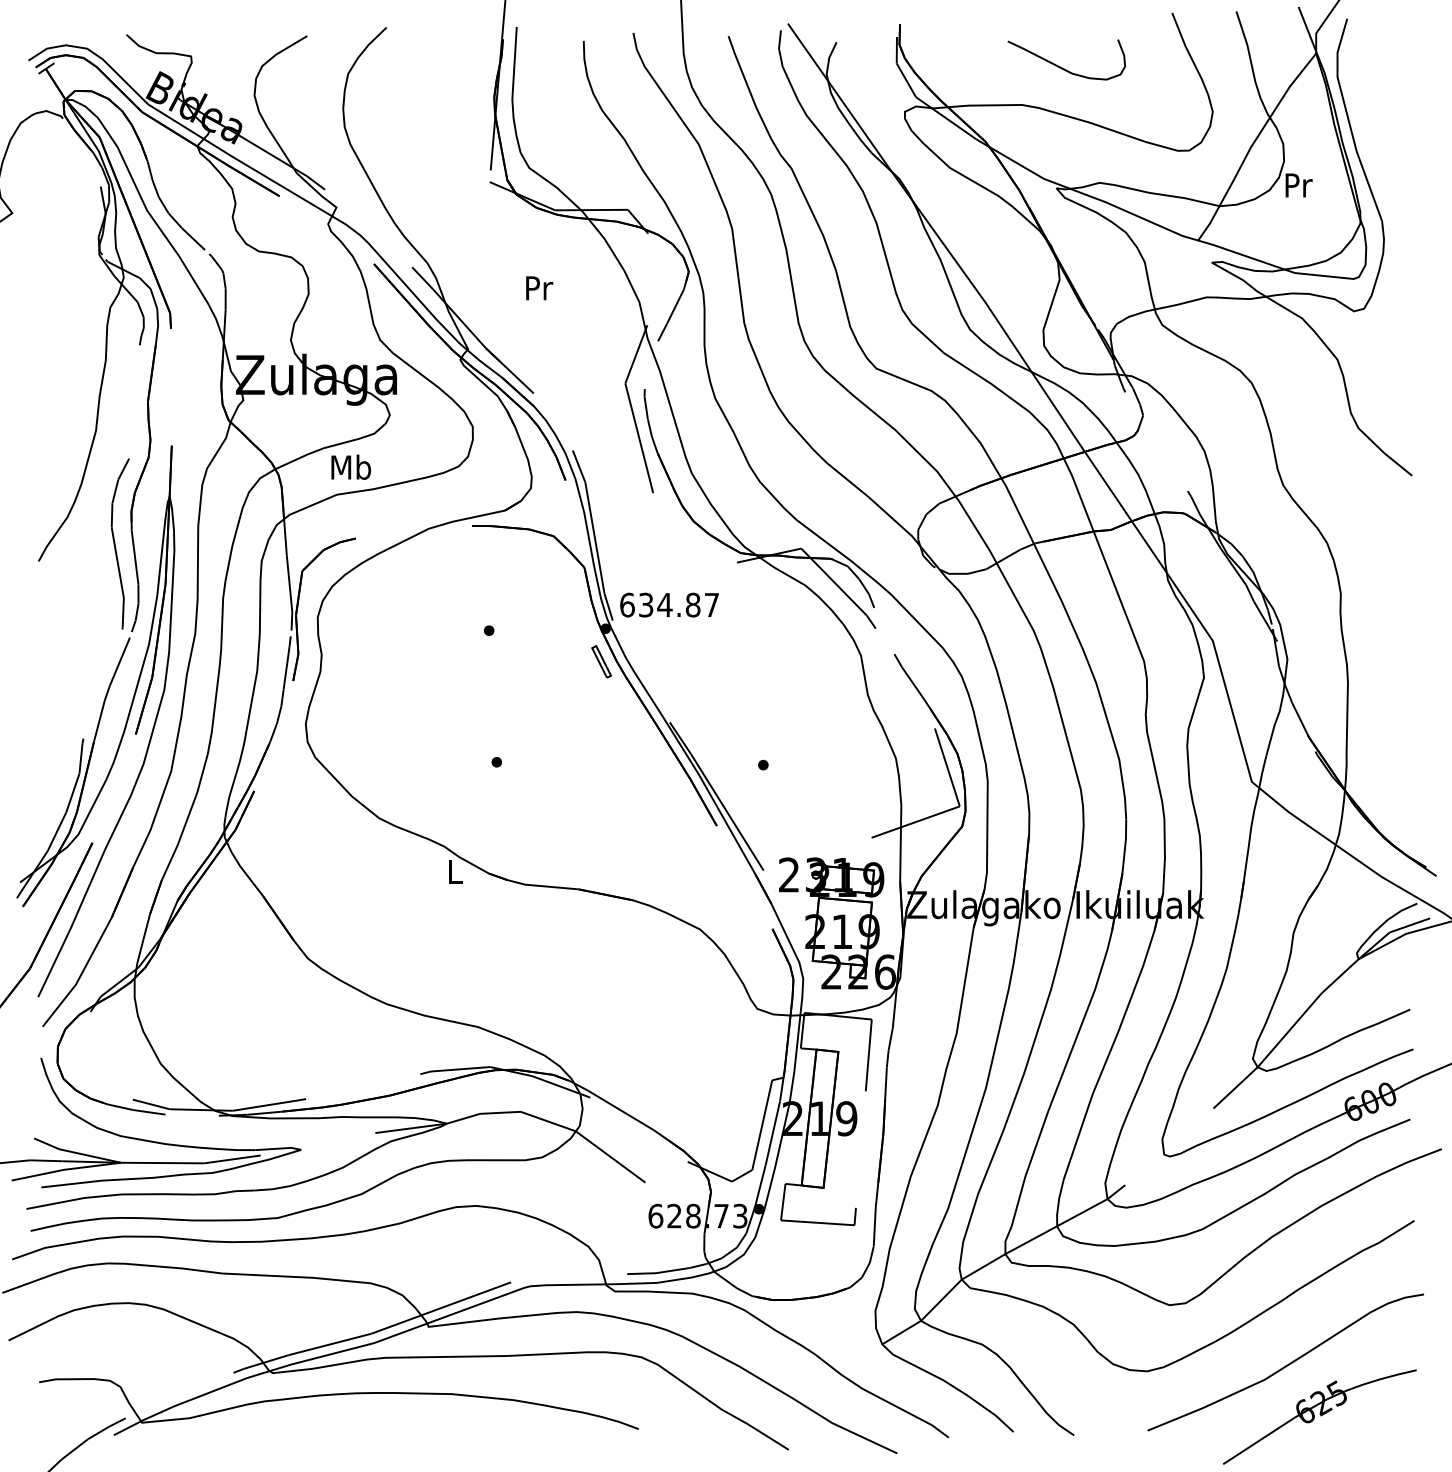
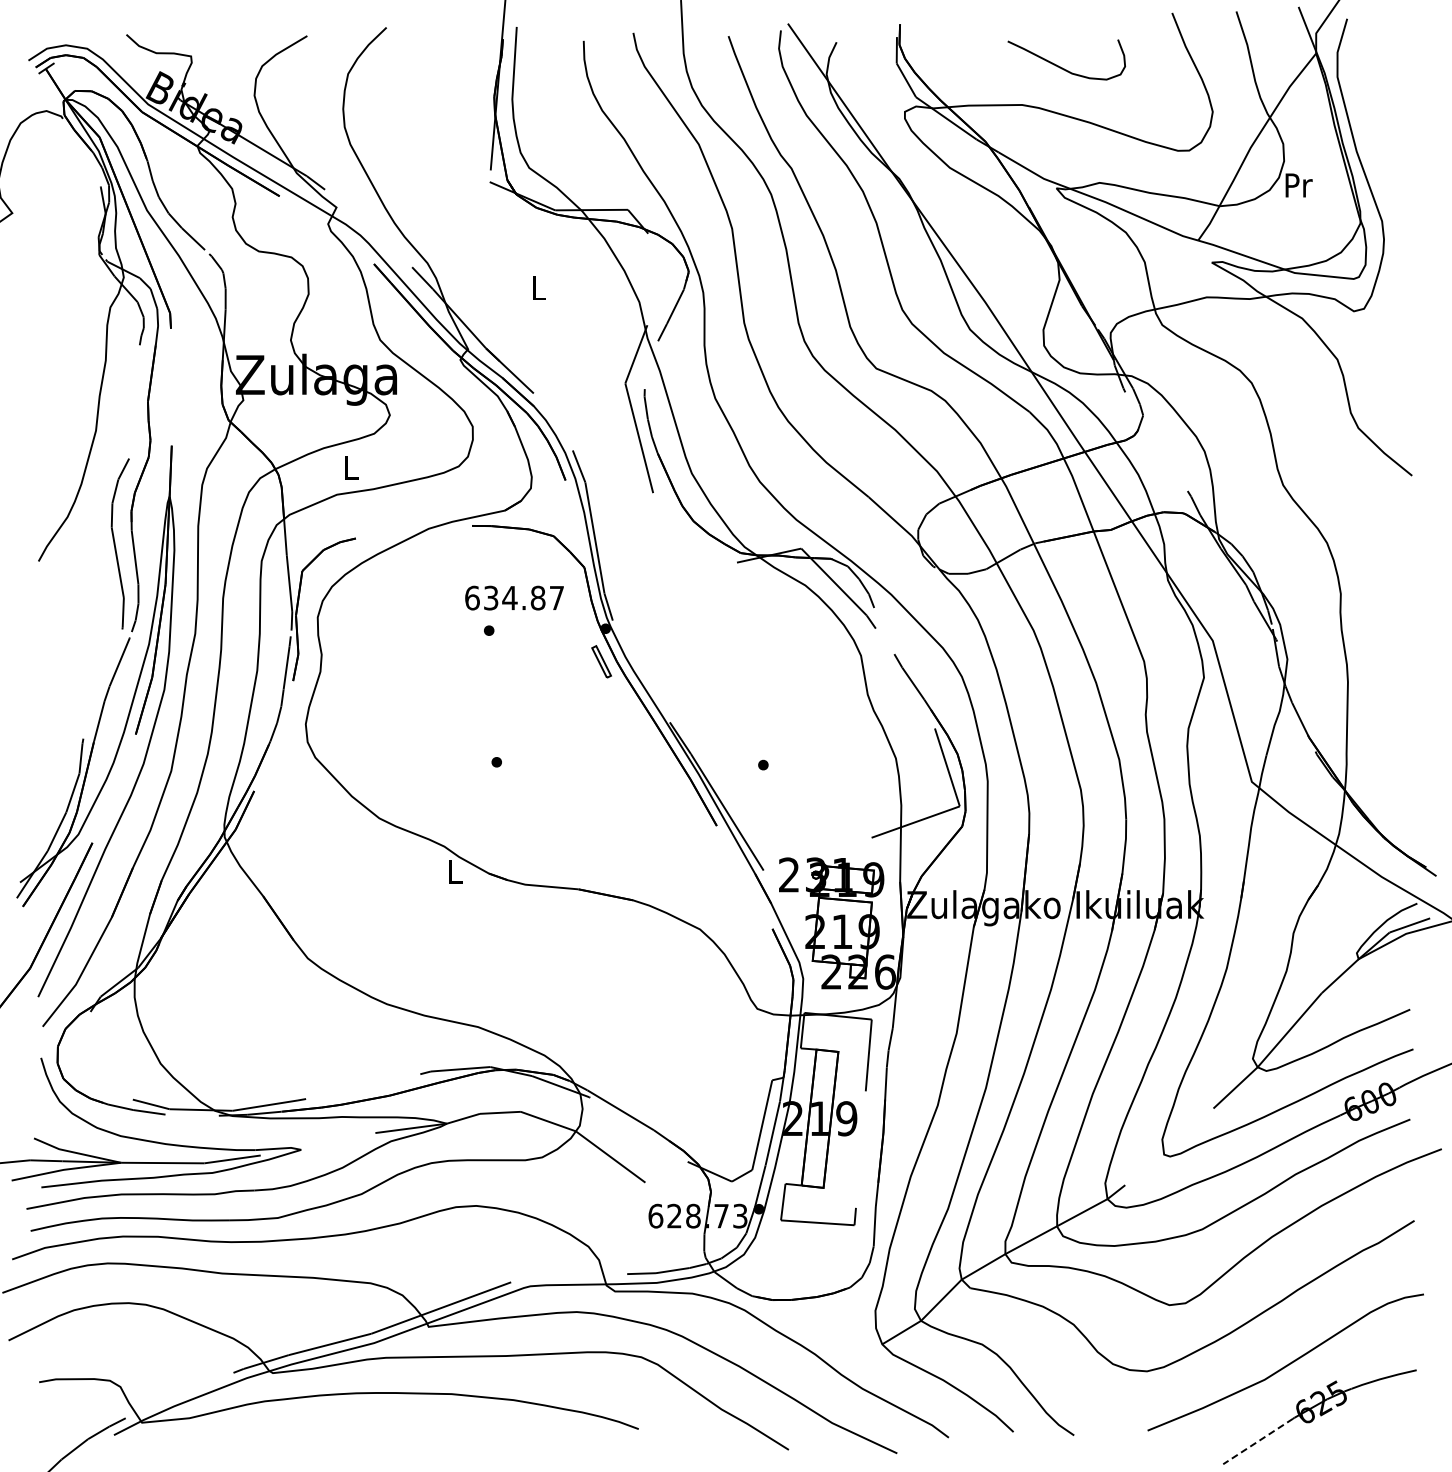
text at (539, 288): Pr -> L
text at (351, 466): Mb -> L
text at (669, 604) position: (669, 604) -> (514, 597)
line at (1258, 1441): solid -> dashed
